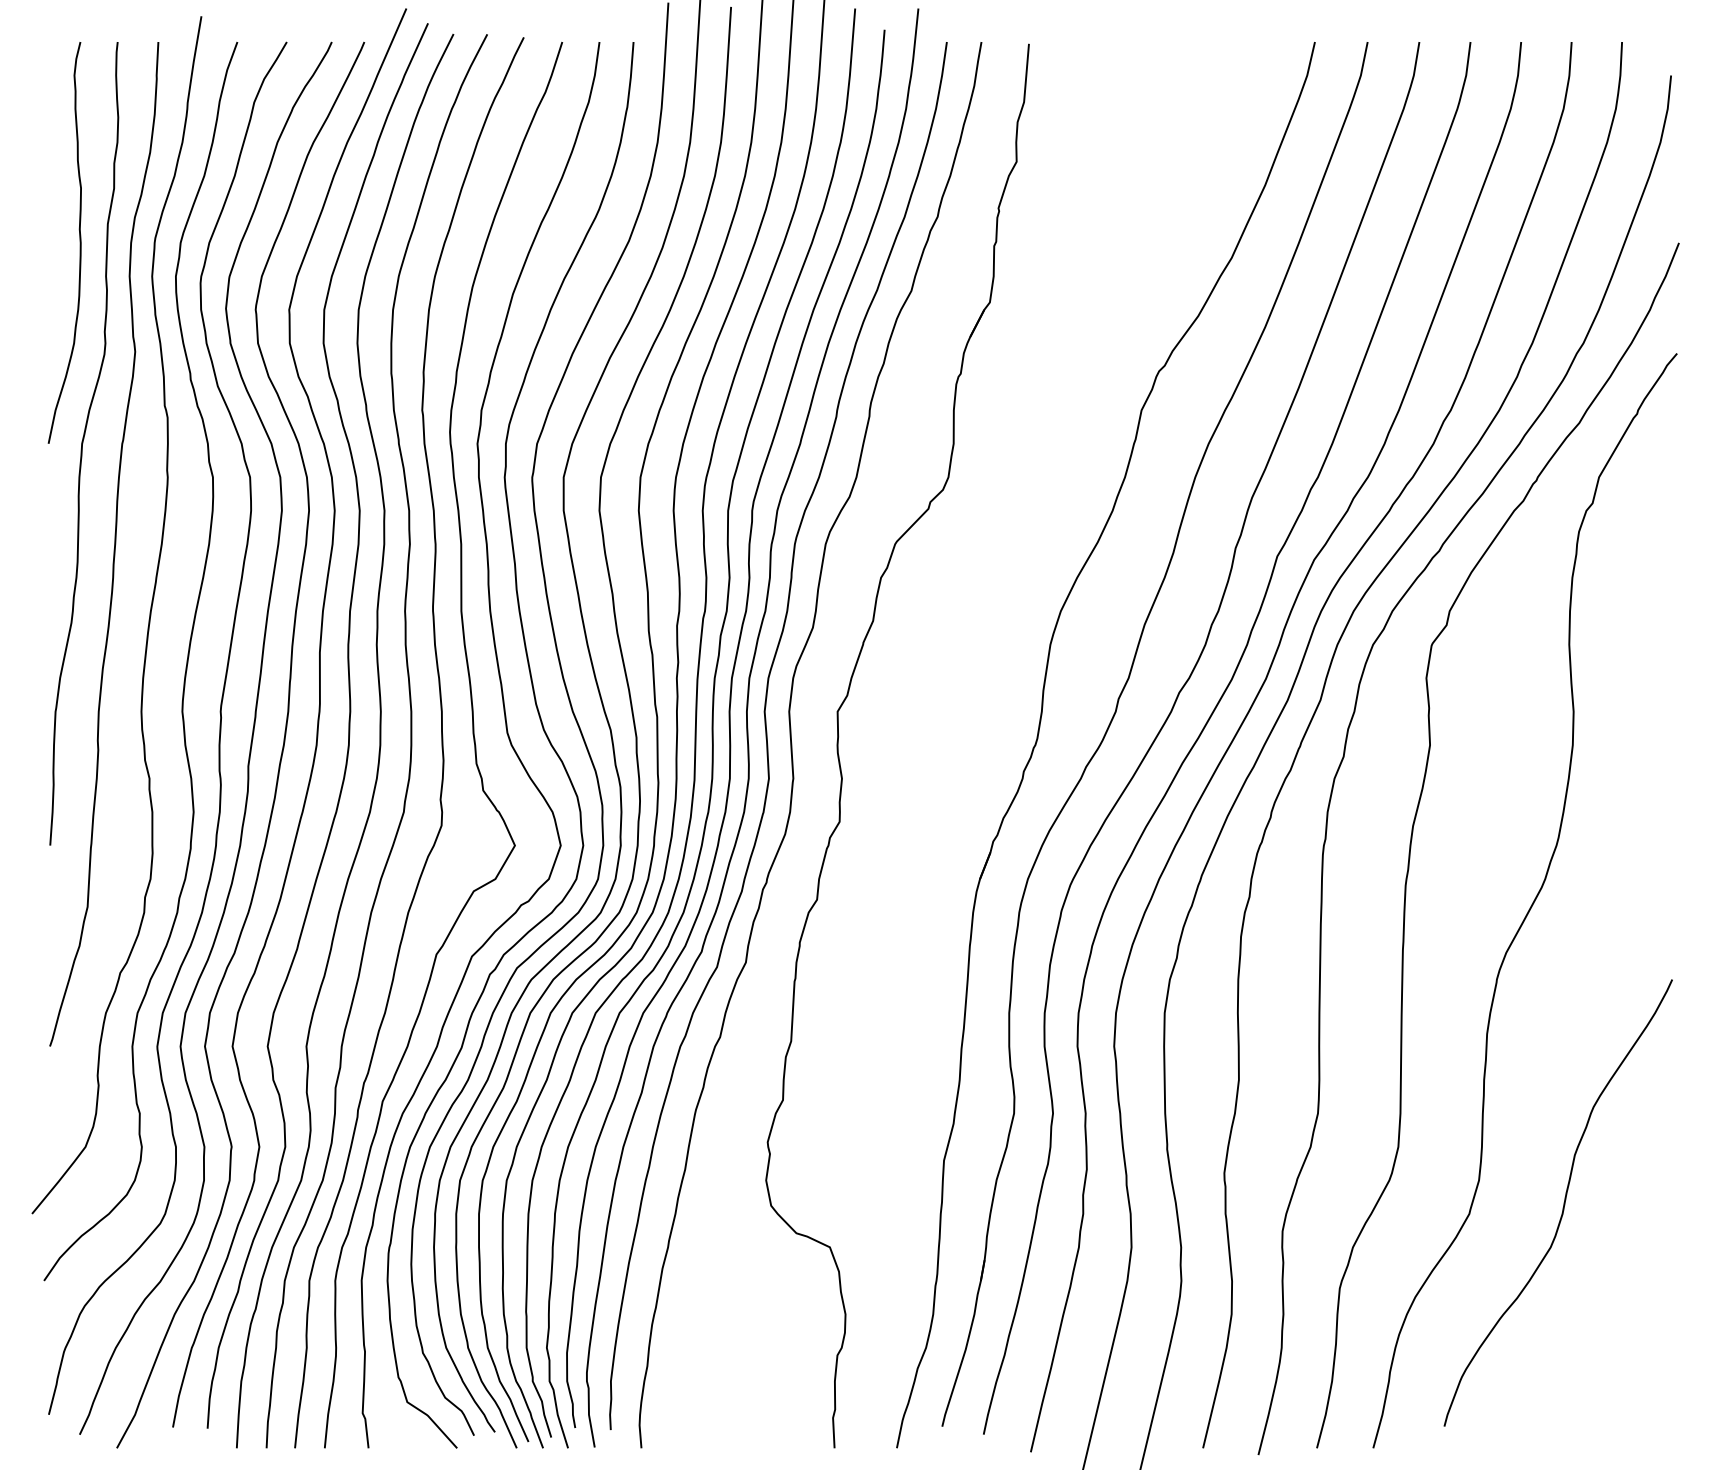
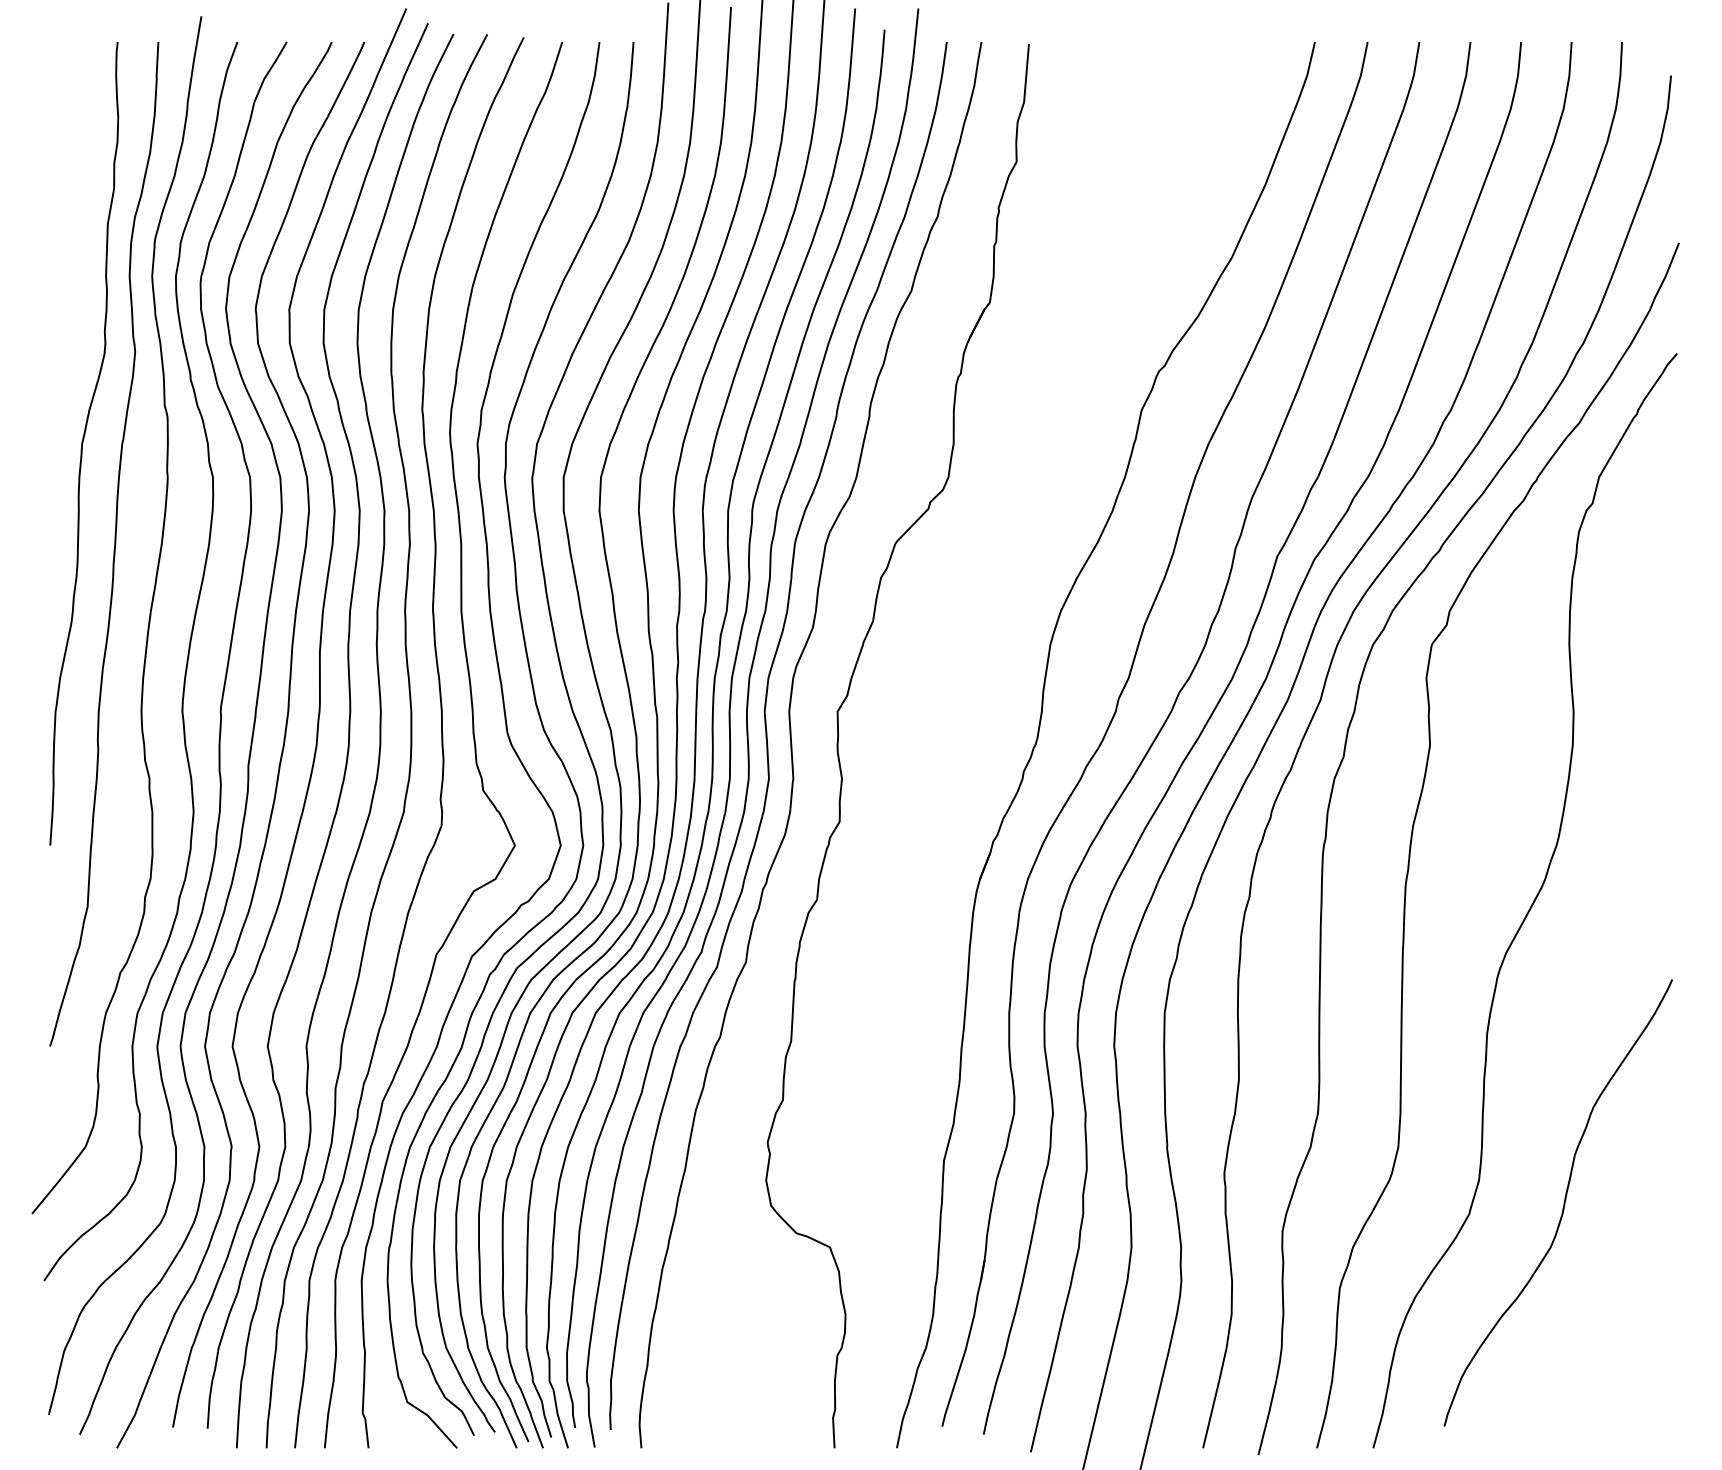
curve at (79, 242): present -> none
